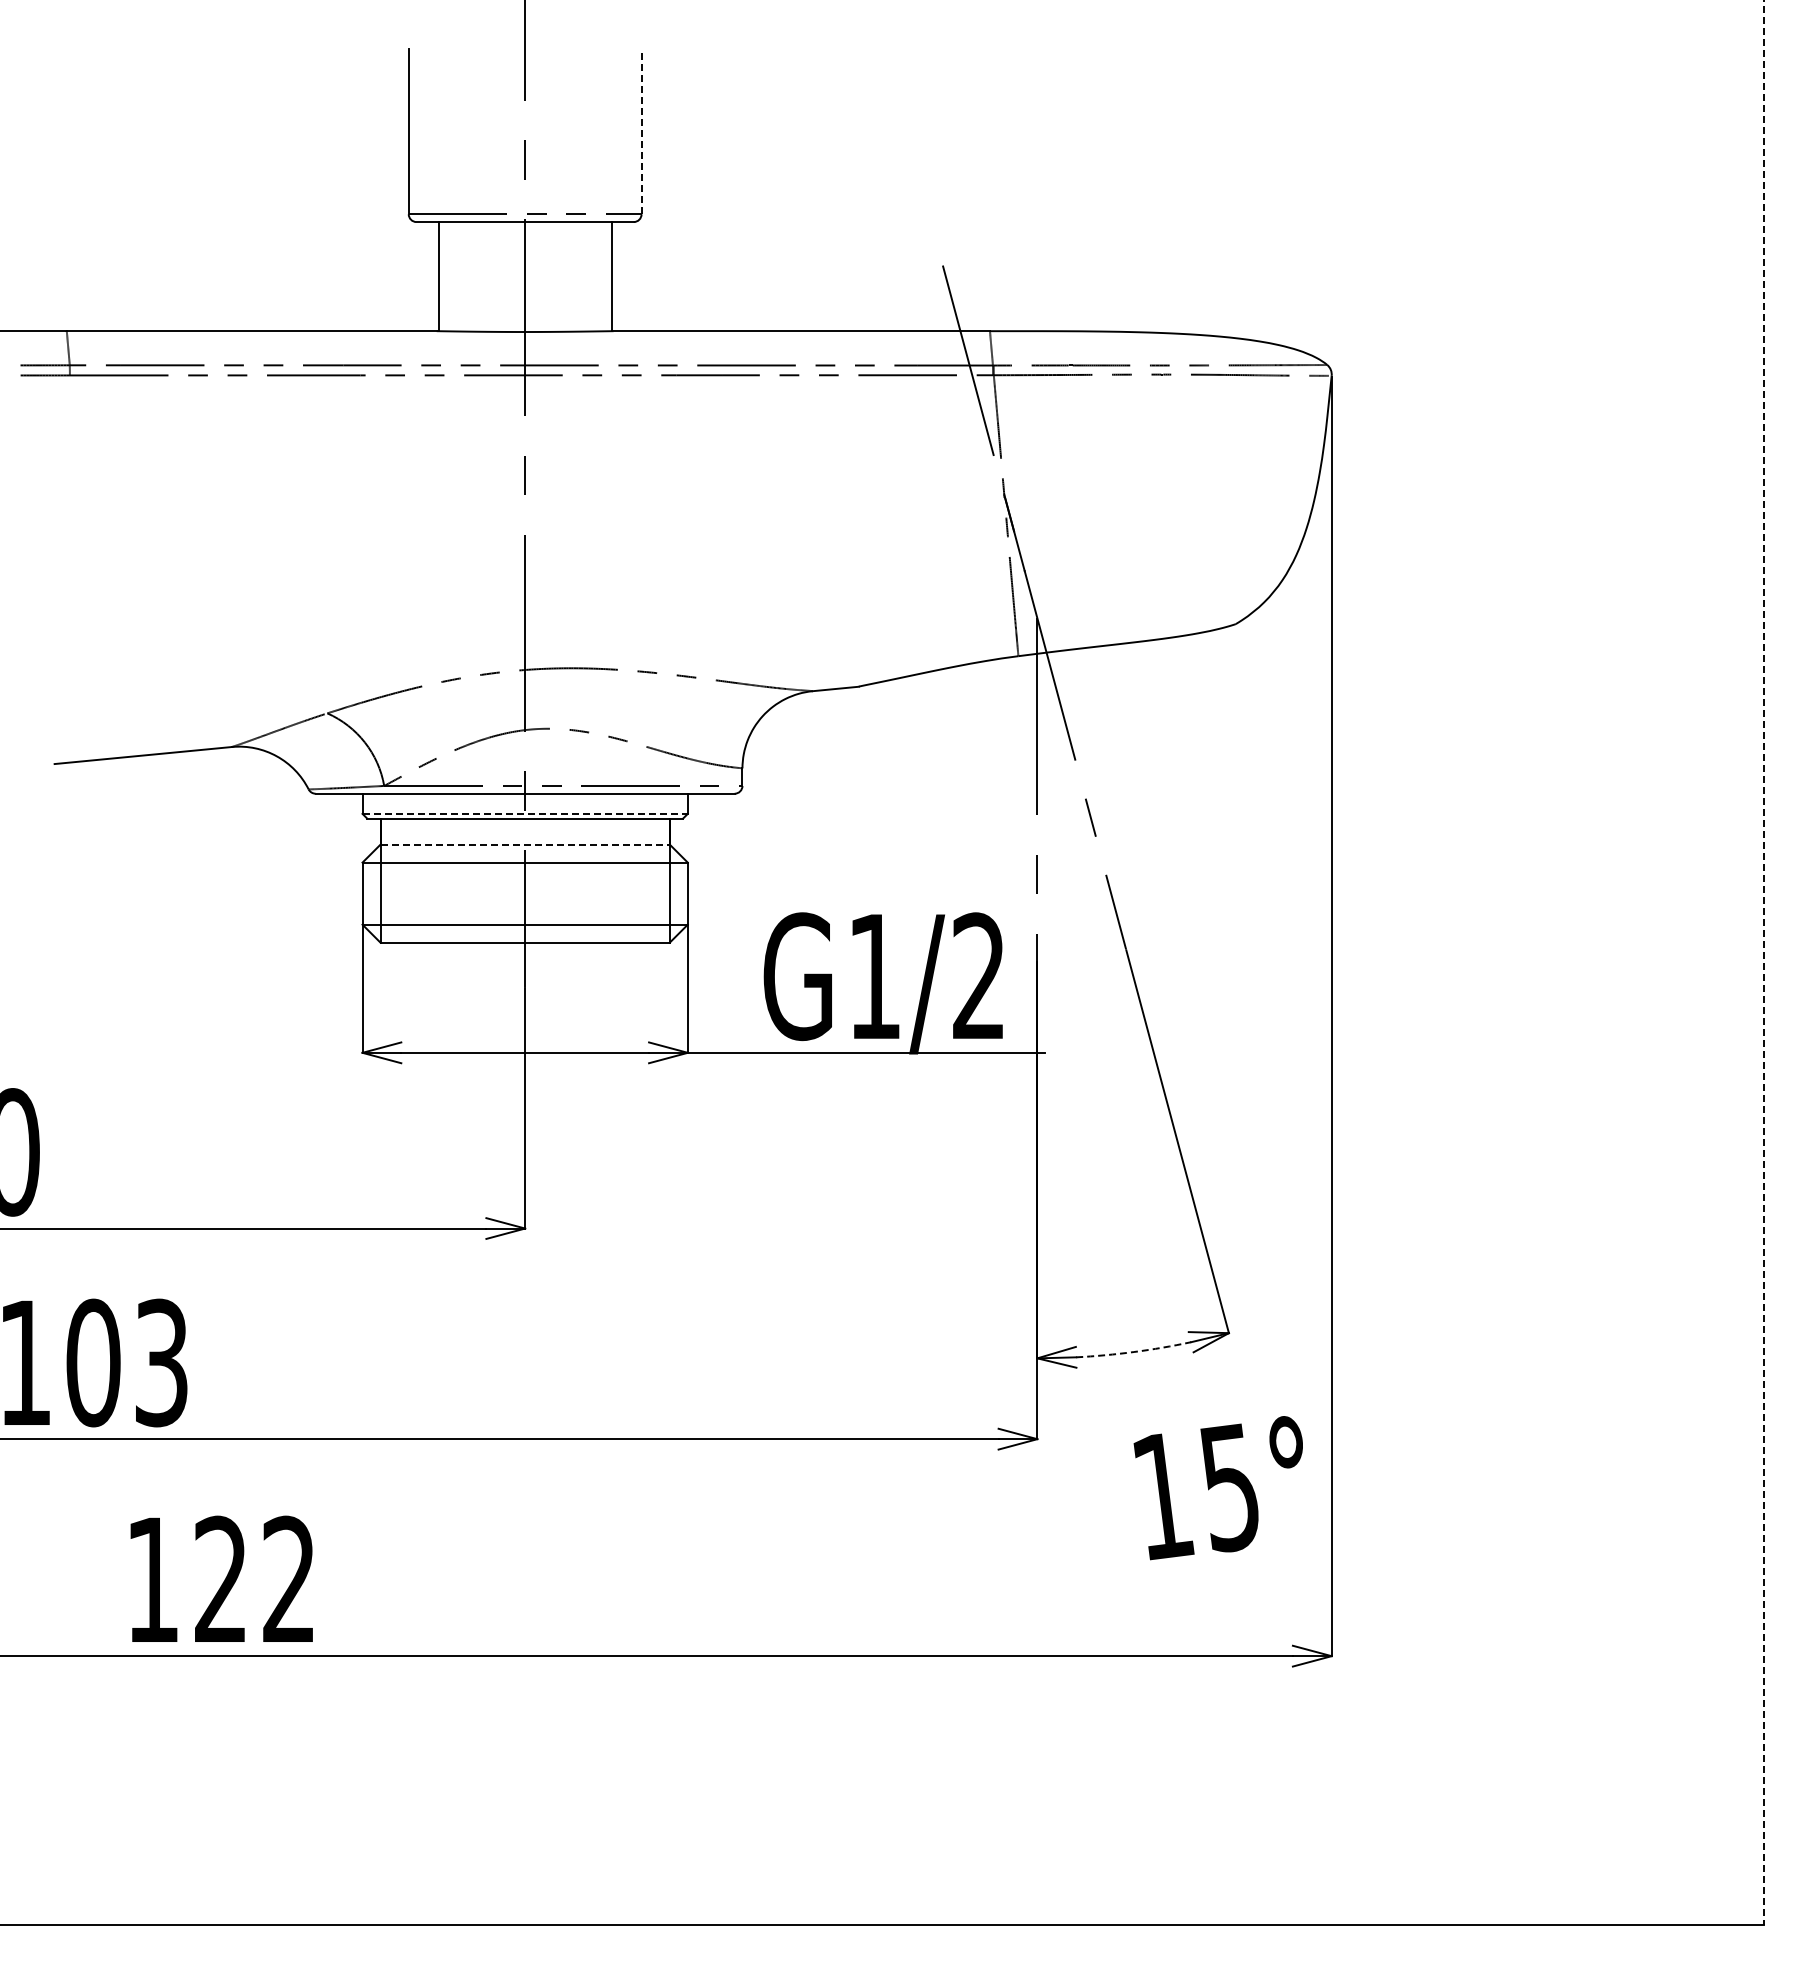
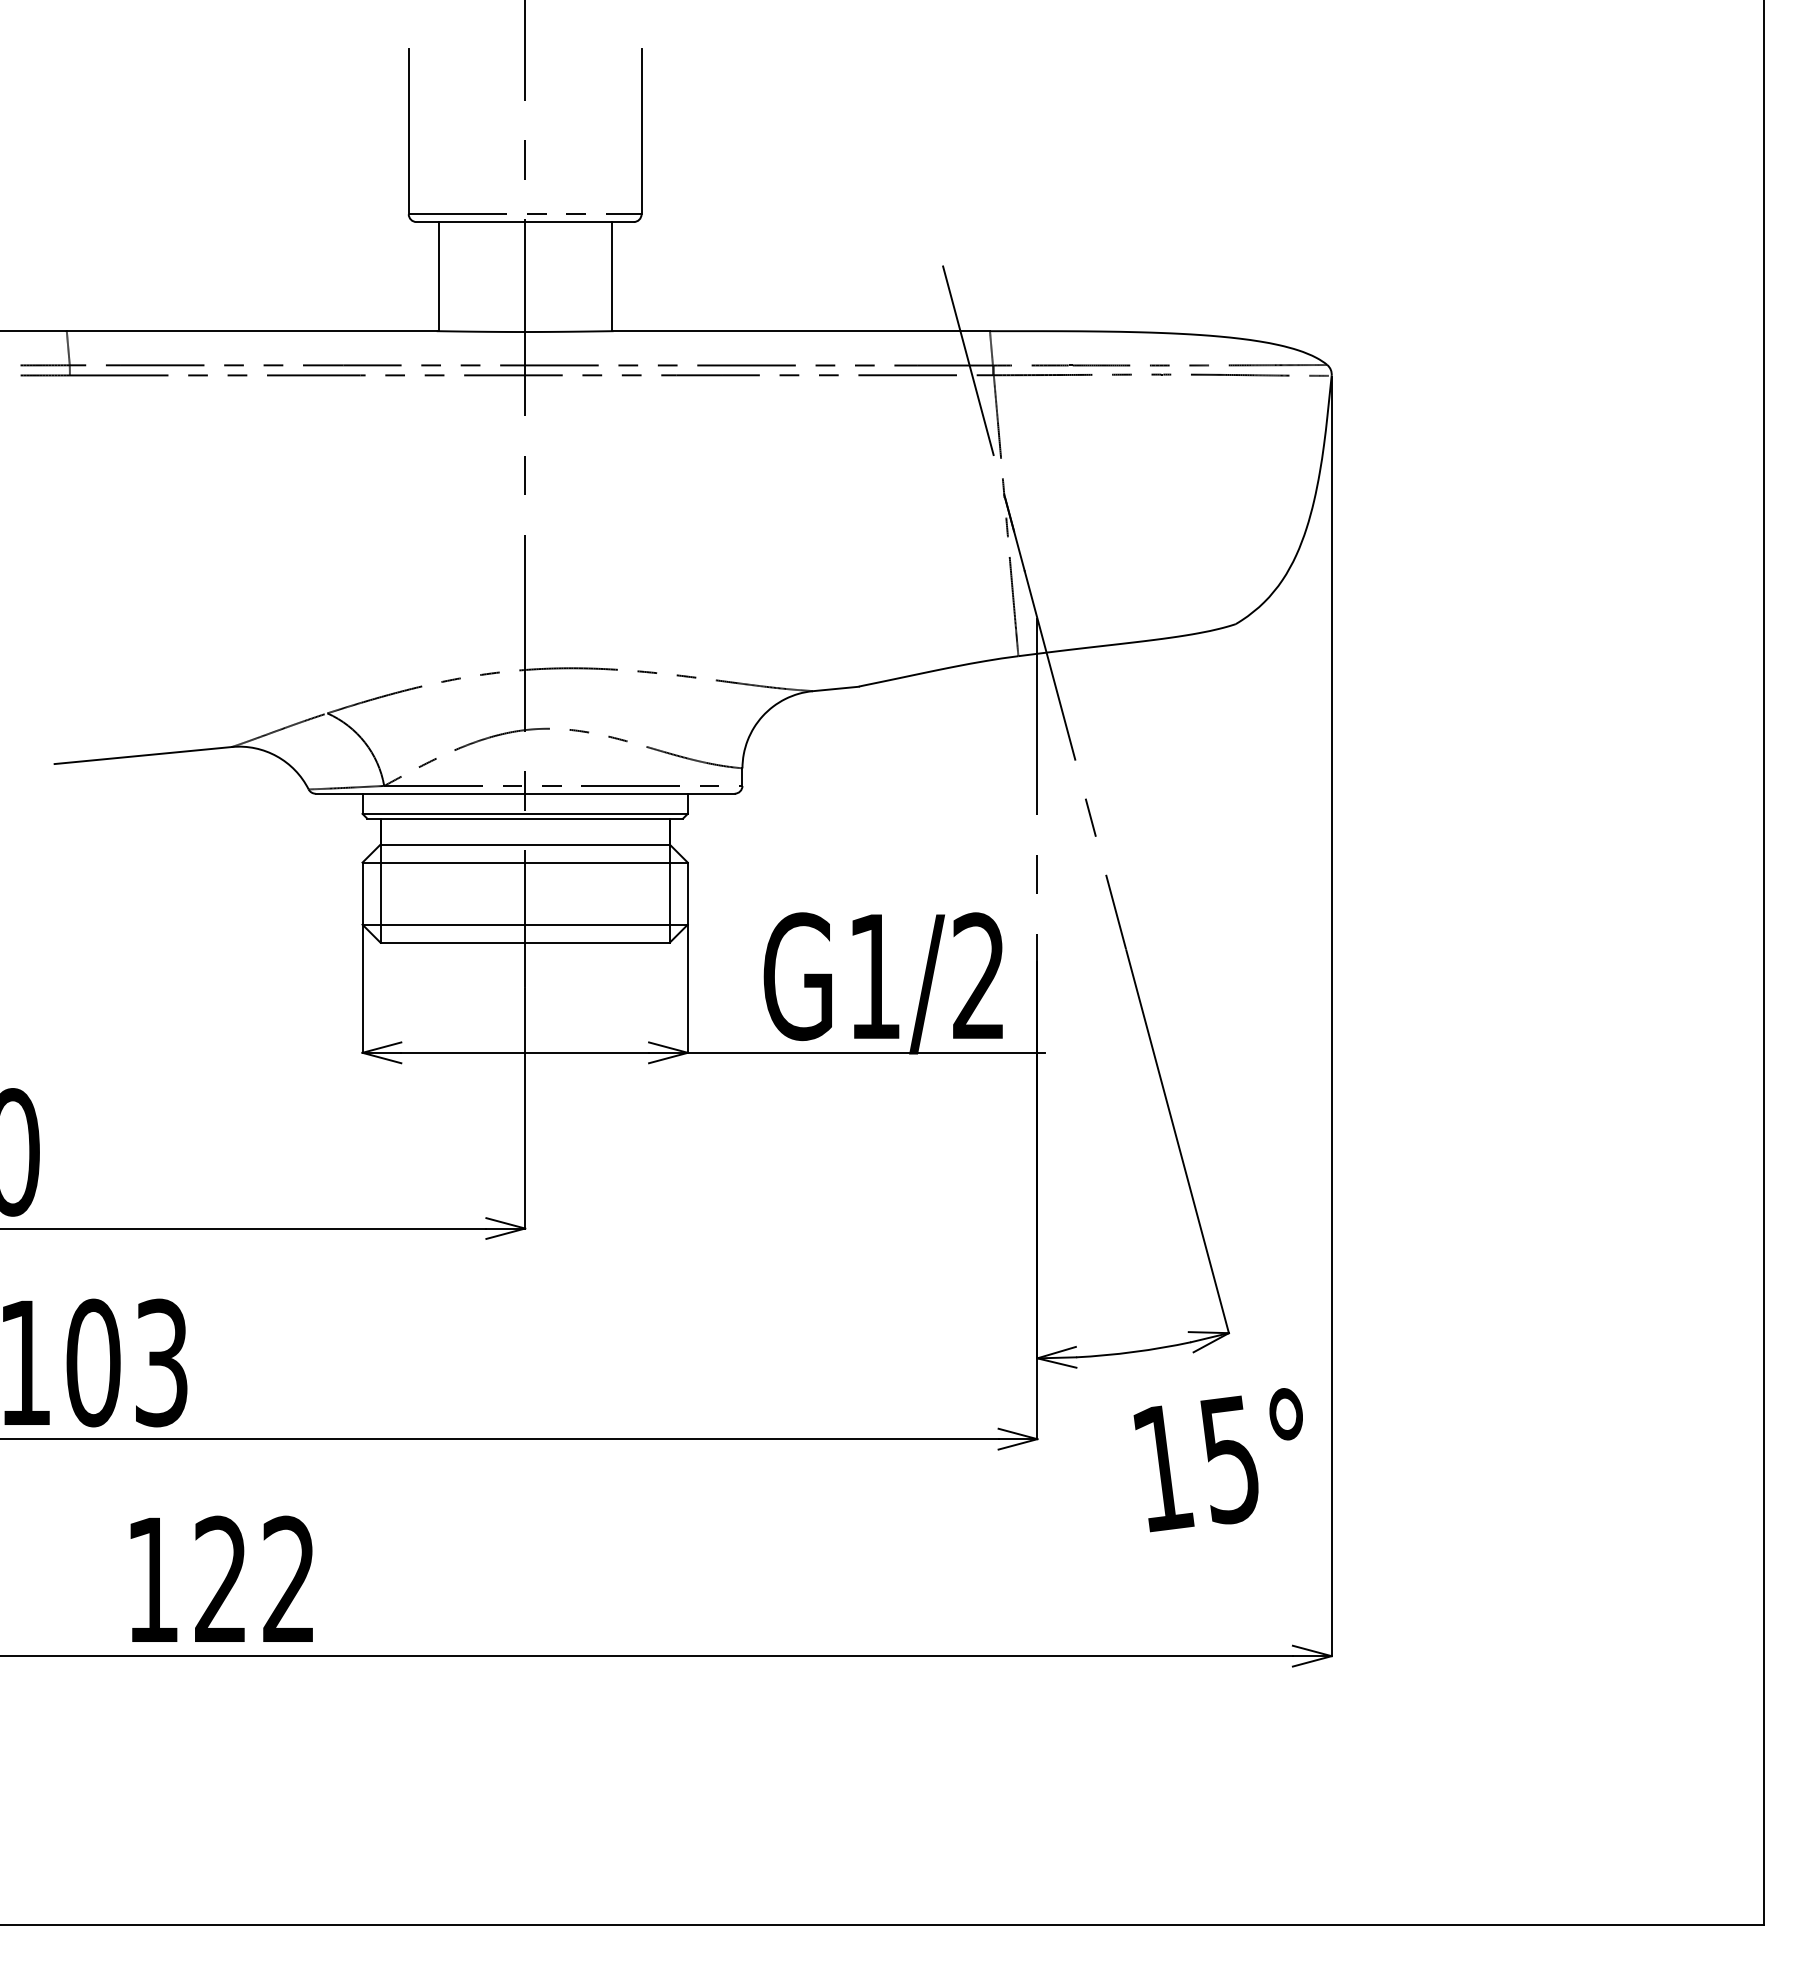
line at (641, 131): dashed -> solid
line at (525, 813): dashed -> solid
line at (525, 844): dashed -> solid
line at (1764, 962): dashed -> solid
arc at (1133, 1352): dashed -> solid
text at (1217, 1488) position: (1217, 1488) -> (1217, 1460)
